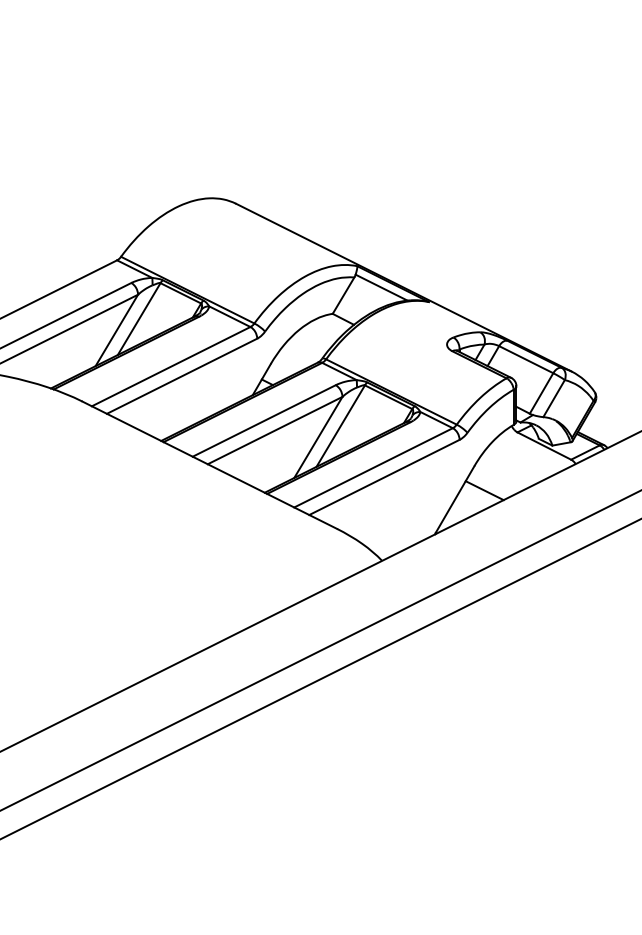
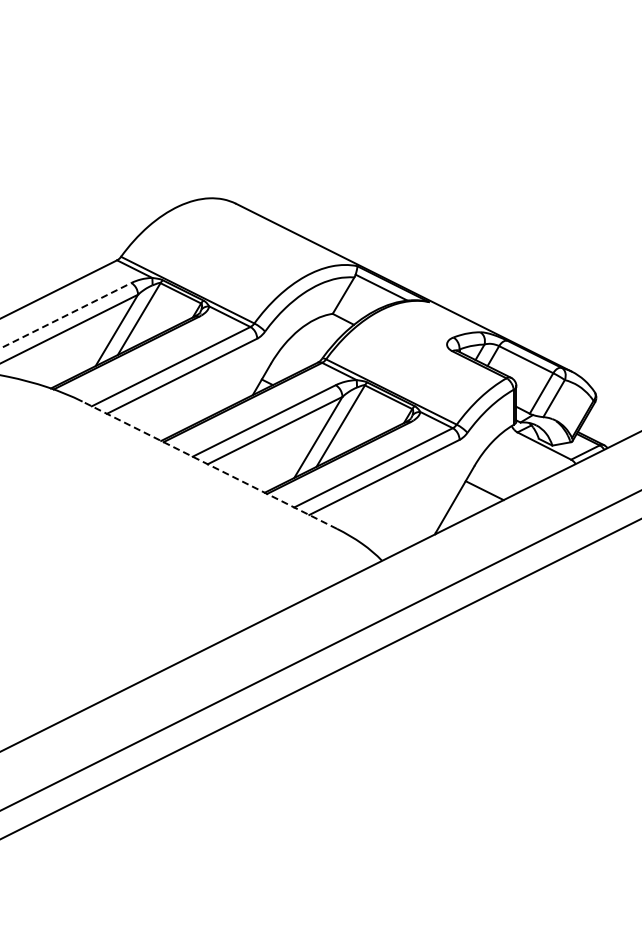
line at (66, 315): solid -> dashed
line at (209, 465): solid -> dashed
